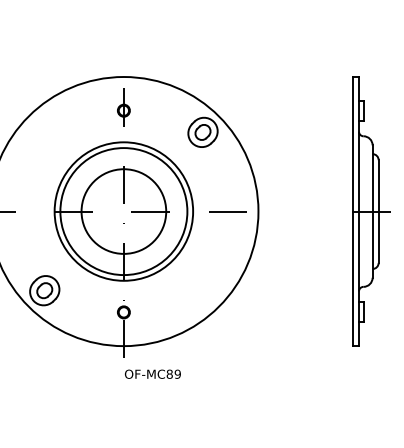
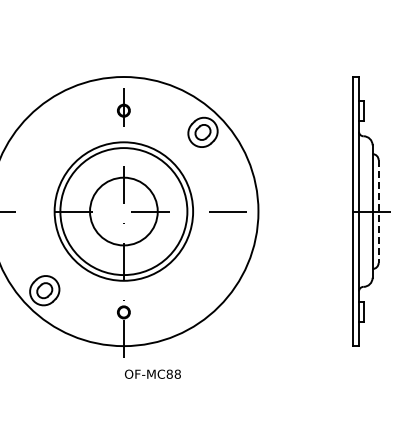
circle at (123, 211) diameter: 85 px -> 68 px
line at (378, 212): solid -> dashed
text at (177, 374): OF-MC89 -> OF-MC88
